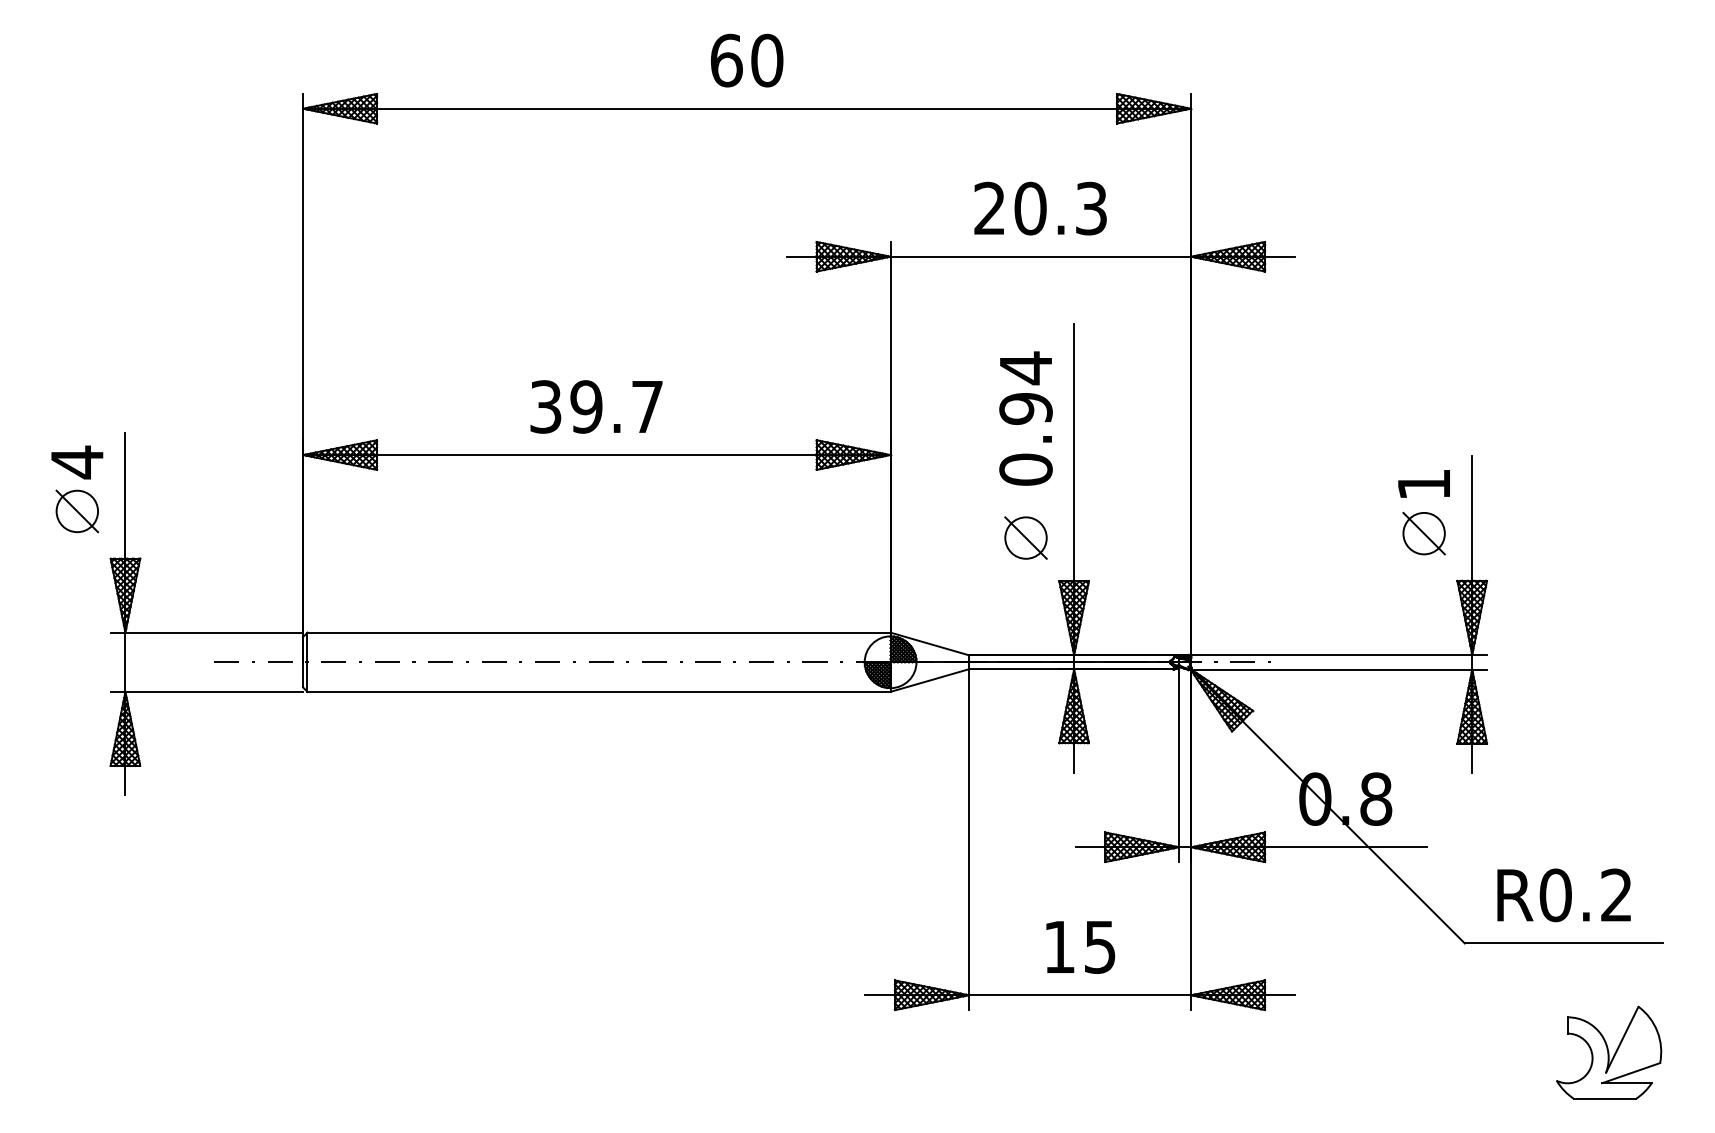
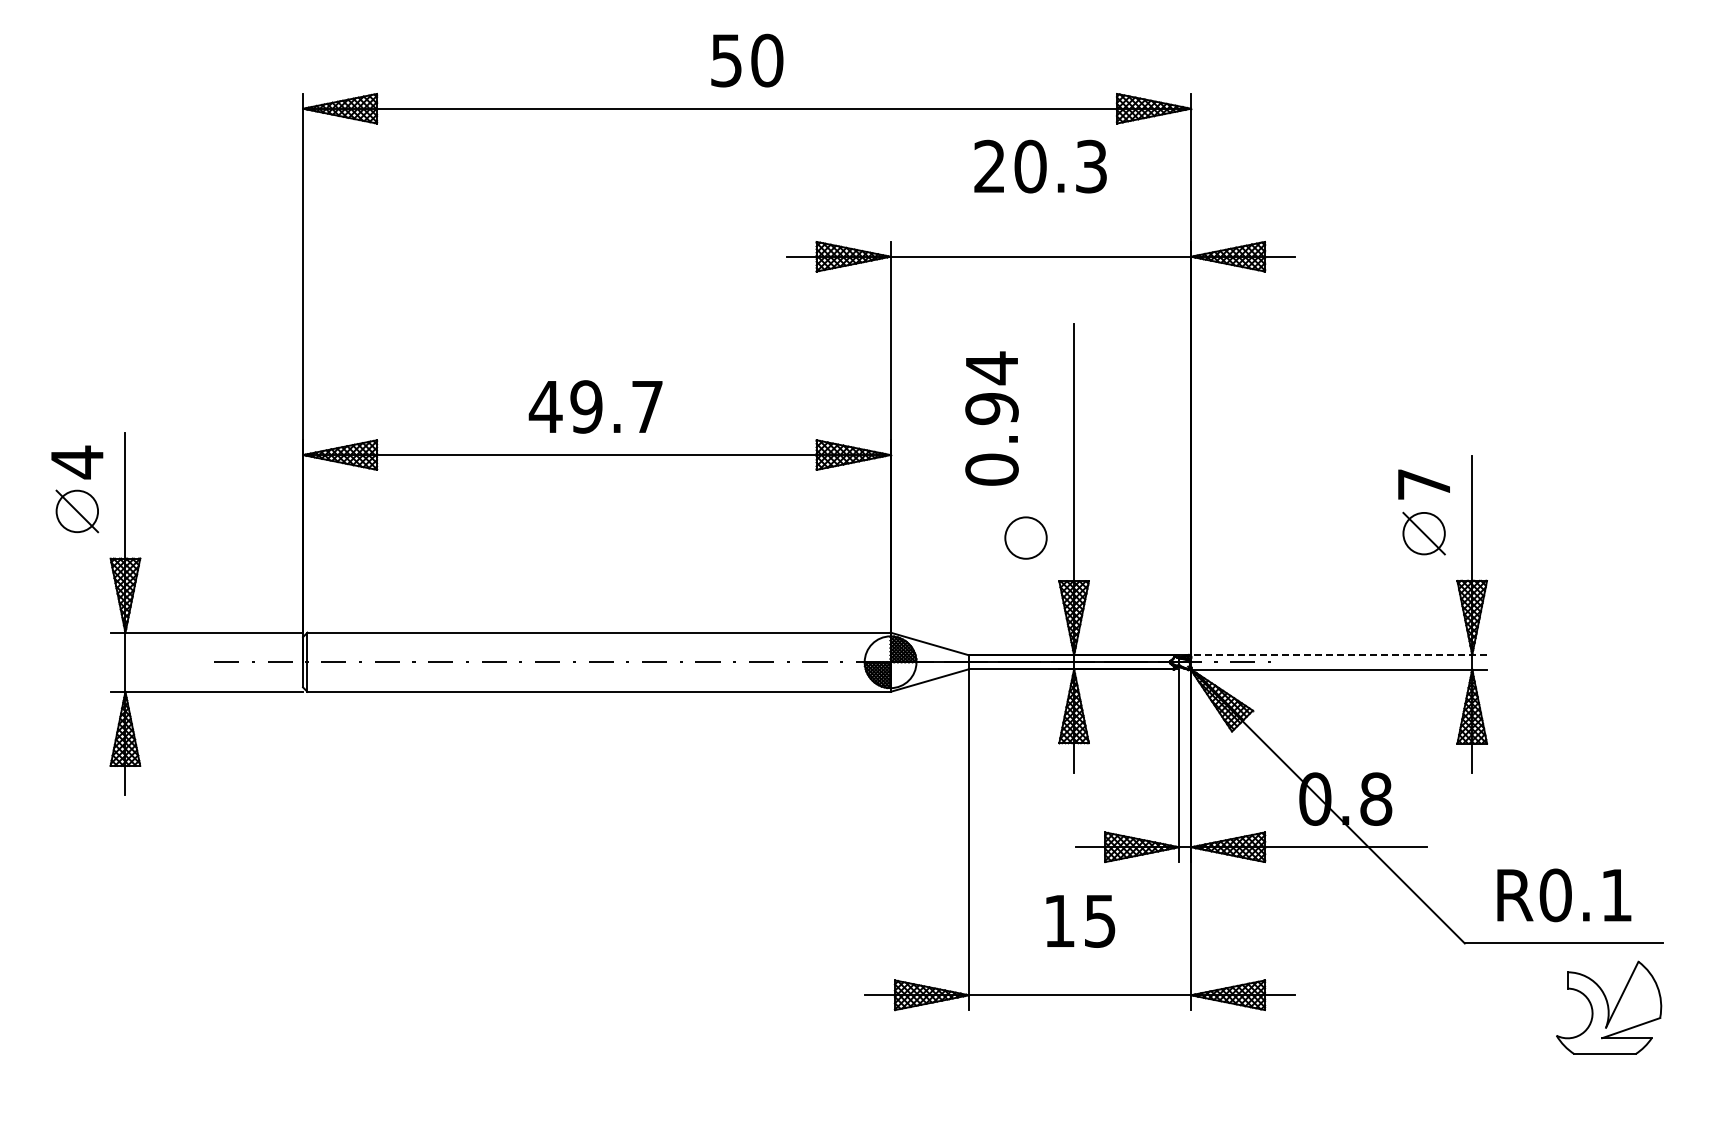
text at (726, 60): 60 -> 50
text at (1040, 208) position: (1040, 208) -> (1040, 166)
text at (545, 406): 39.7 -> 49.7
text at (1025, 418) position: (1025, 418) -> (991, 418)
text at (1423, 484): 1 -> 7
line at (1025, 537): present -> none
line at (1337, 654): solid -> dashed
text at (1616, 894): R0.2 -> R0.1
text at (1080, 947) position: (1080, 947) -> (1080, 921)
part at (1609, 1052) position: (1609, 1052) -> (1609, 1007)
